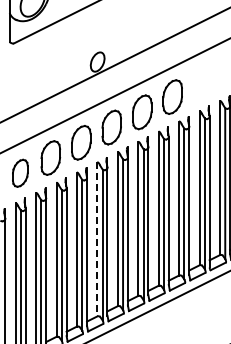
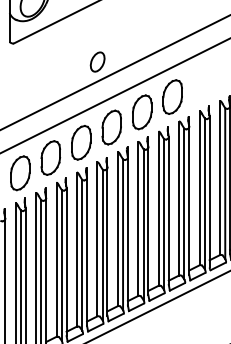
line at (114, 64) position: (114, 64) -> (114, 72)
part at (20, 172) size: 17x30 px -> 21x37 px
line at (97, 239): dashed -> solid
